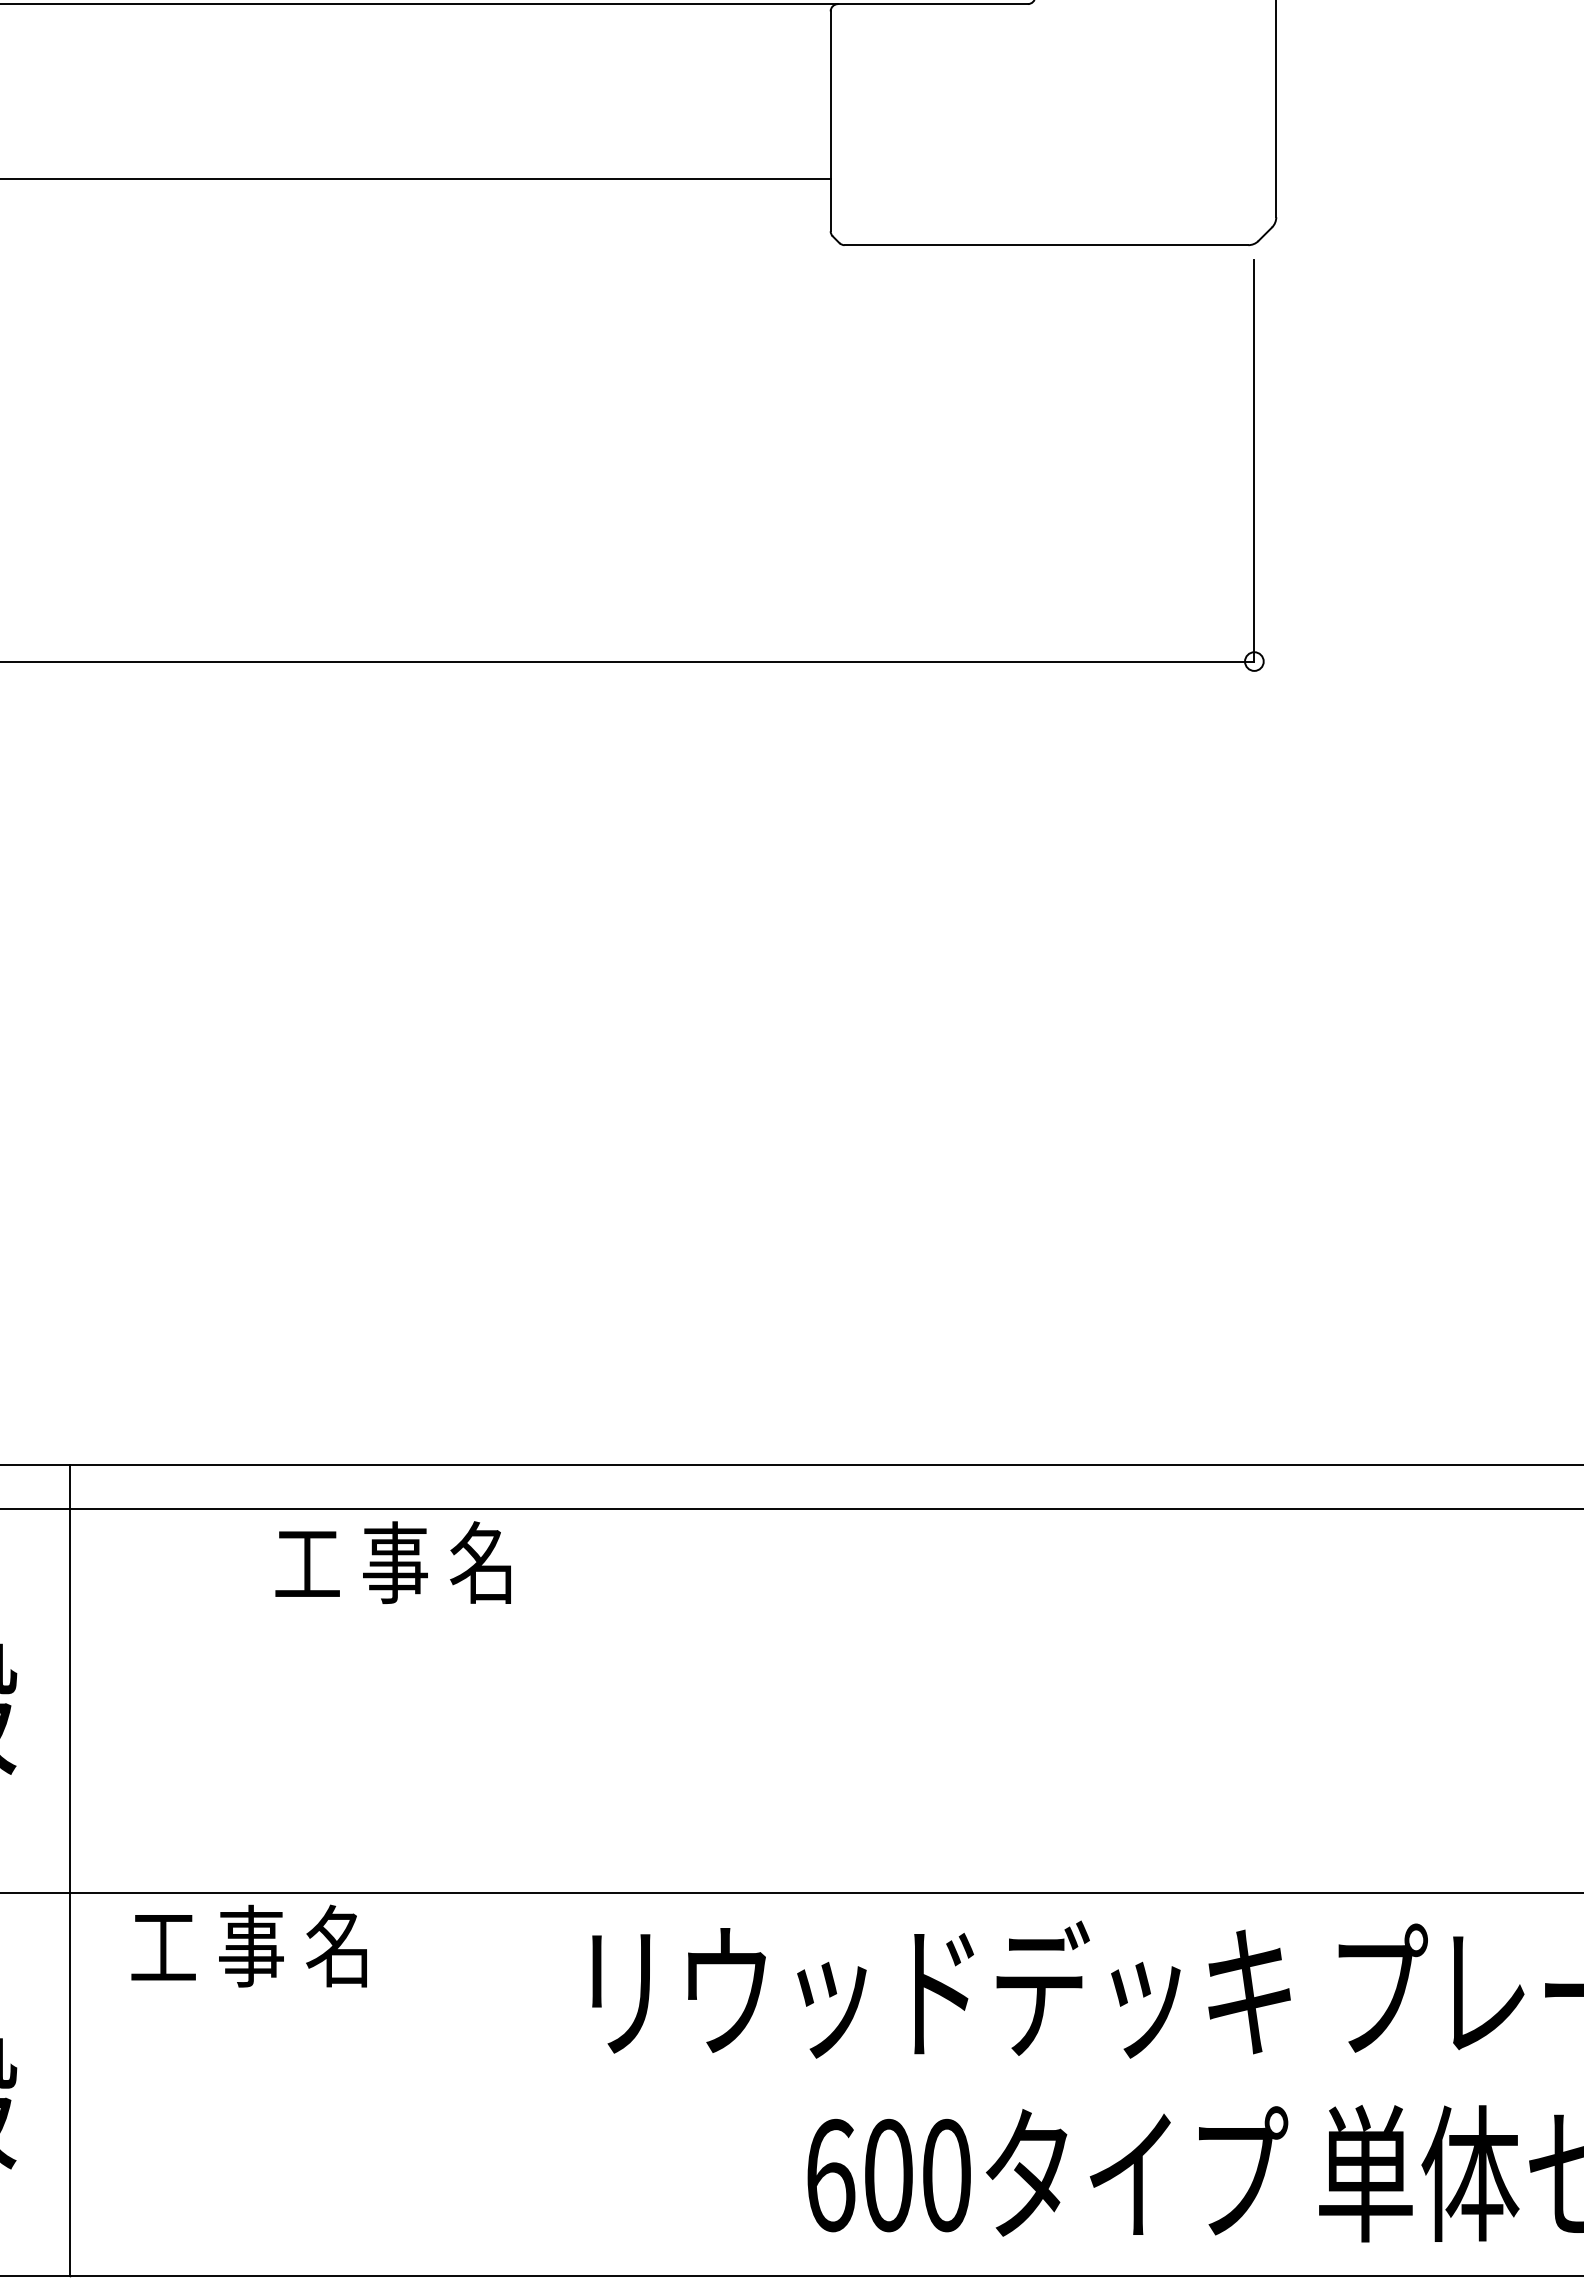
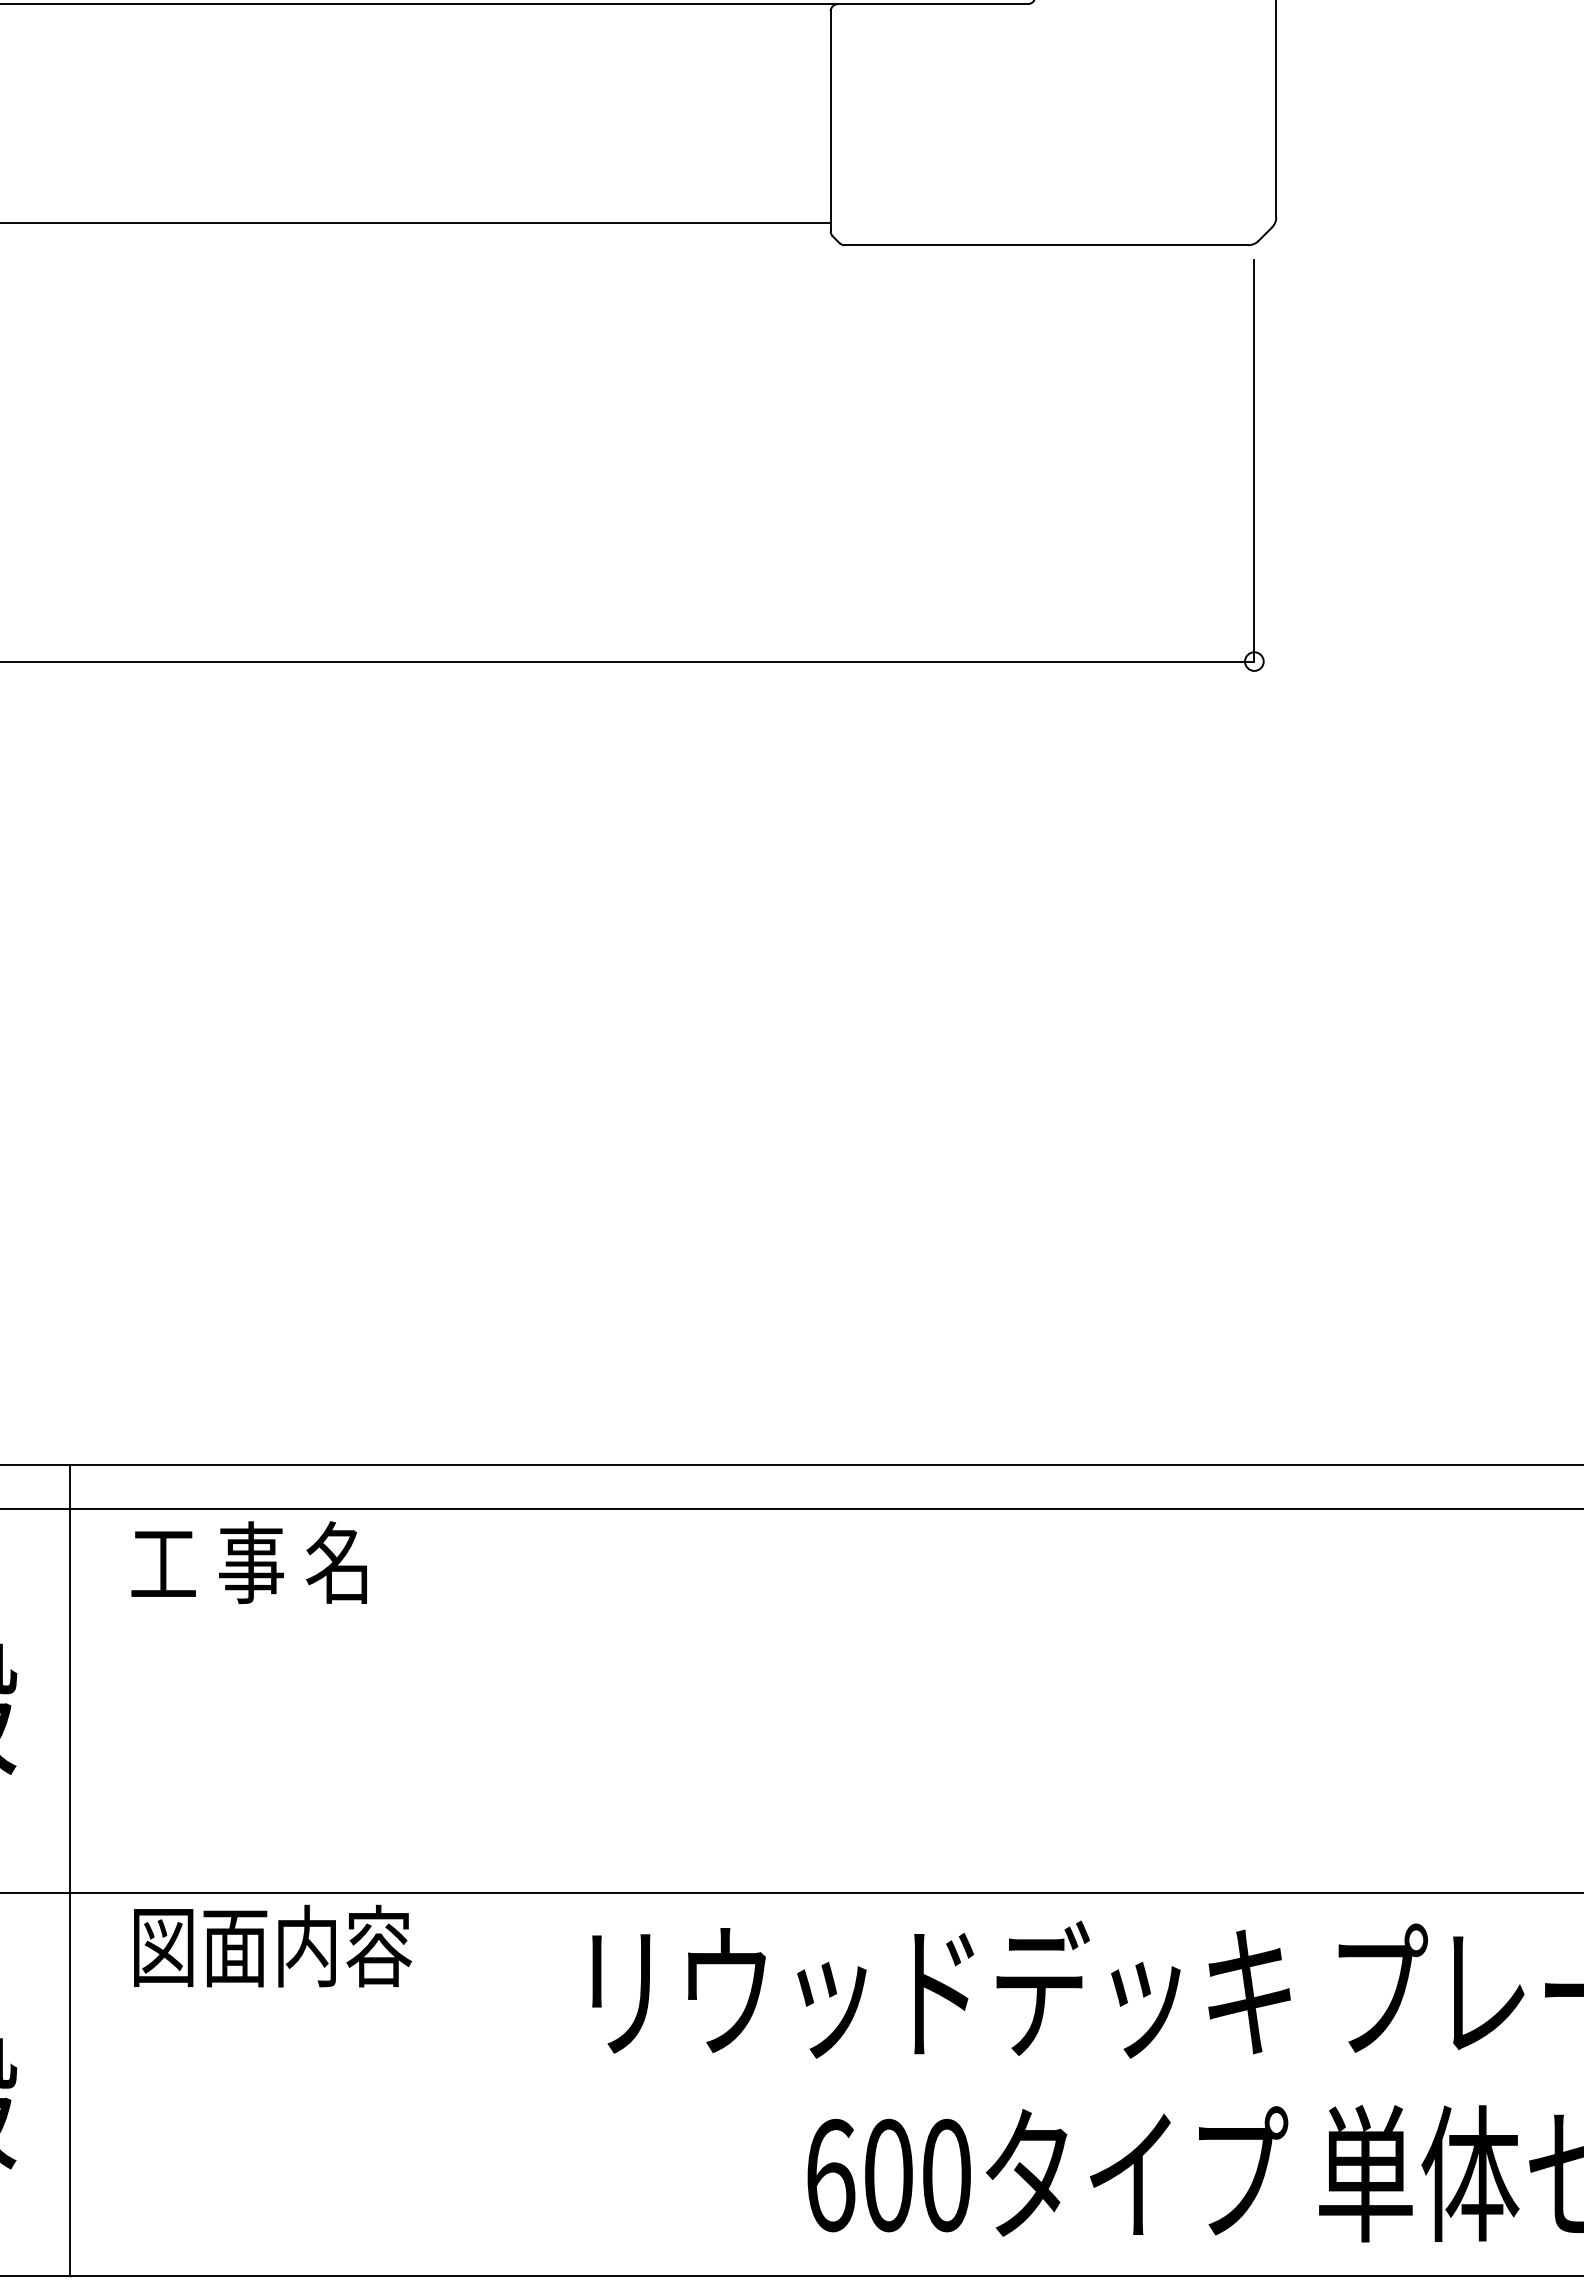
line at (416, 179) position: (416, 179) -> (416, 223)
text at (392, 1562) position: (392, 1562) -> (248, 1562)
text at (271, 1945): 工 事 名 -> 図面内容
